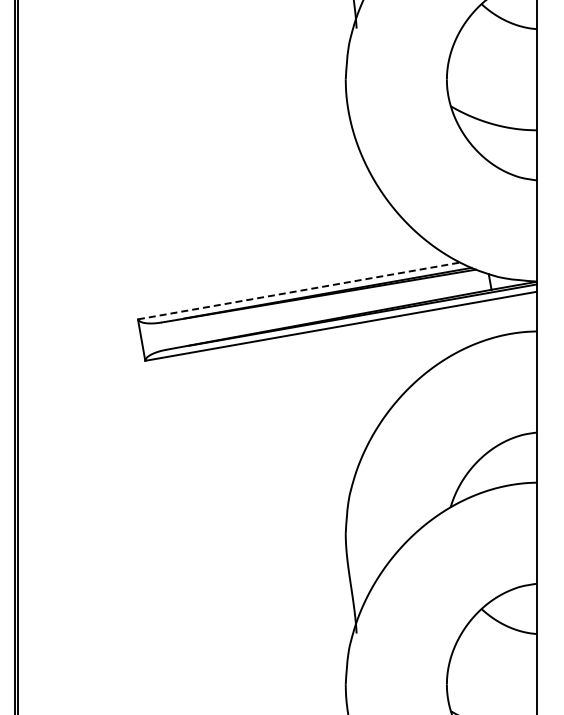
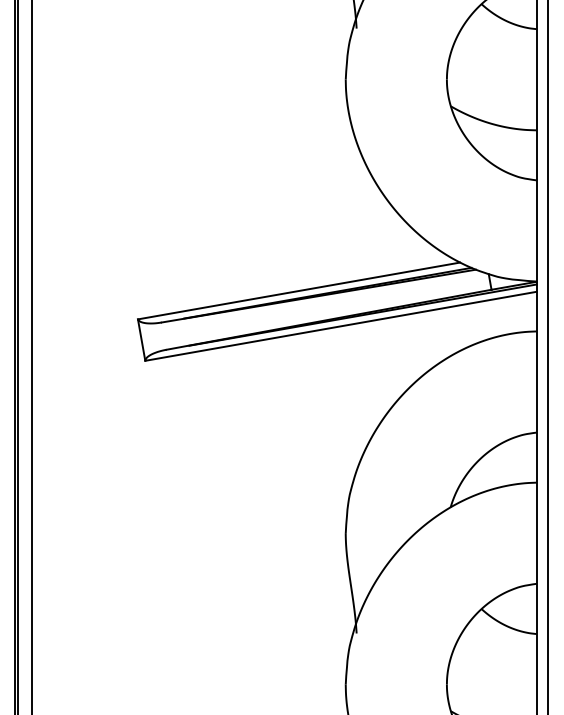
line at (299, 290): dashed -> solid
line at (32, 356): none -> present
line at (548, 356): none -> present
